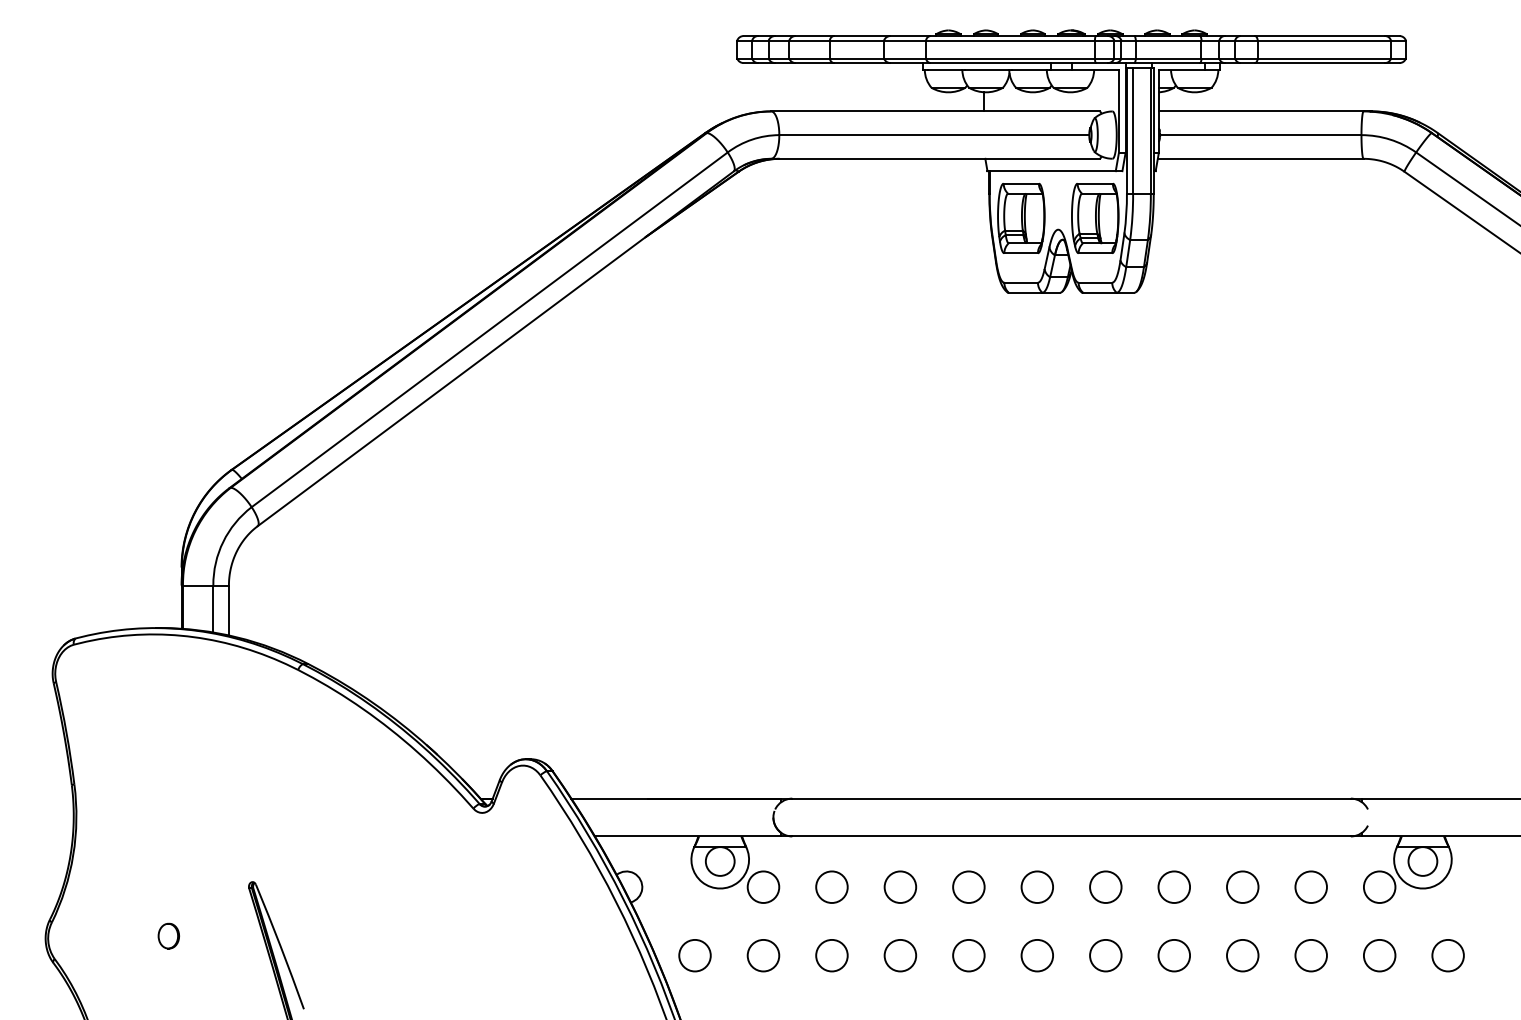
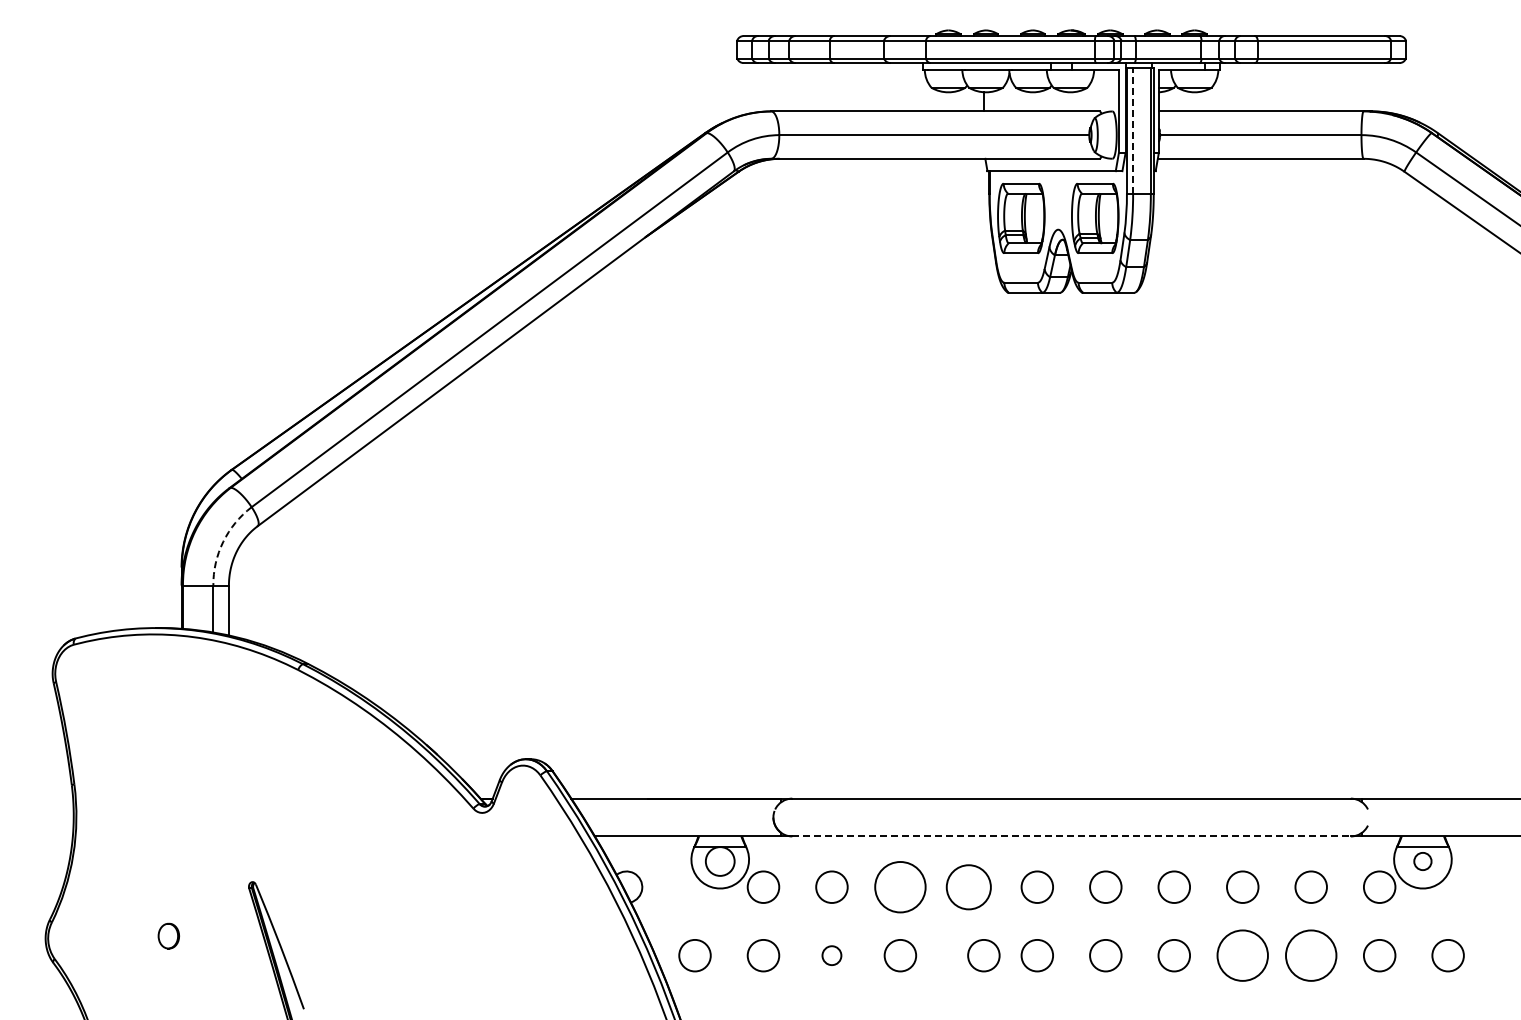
line at (1133, 130): solid -> dashed
arc at (223, 541): solid -> dashed
line at (1072, 836): solid -> dashed
circle at (1422, 861) diameter: 29 px -> 17 px
circle at (900, 886) diameter: 32 px -> 50 px
circle at (968, 886) size: 34x34 px -> 47x47 px
circle at (831, 955) diameter: 32 px -> 19 px
circle at (968, 955) position: (968, 955) -> (983, 955)
circle at (1242, 955) diameter: 32 px -> 50 px
circle at (1310, 955) diameter: 32 px -> 50 px
